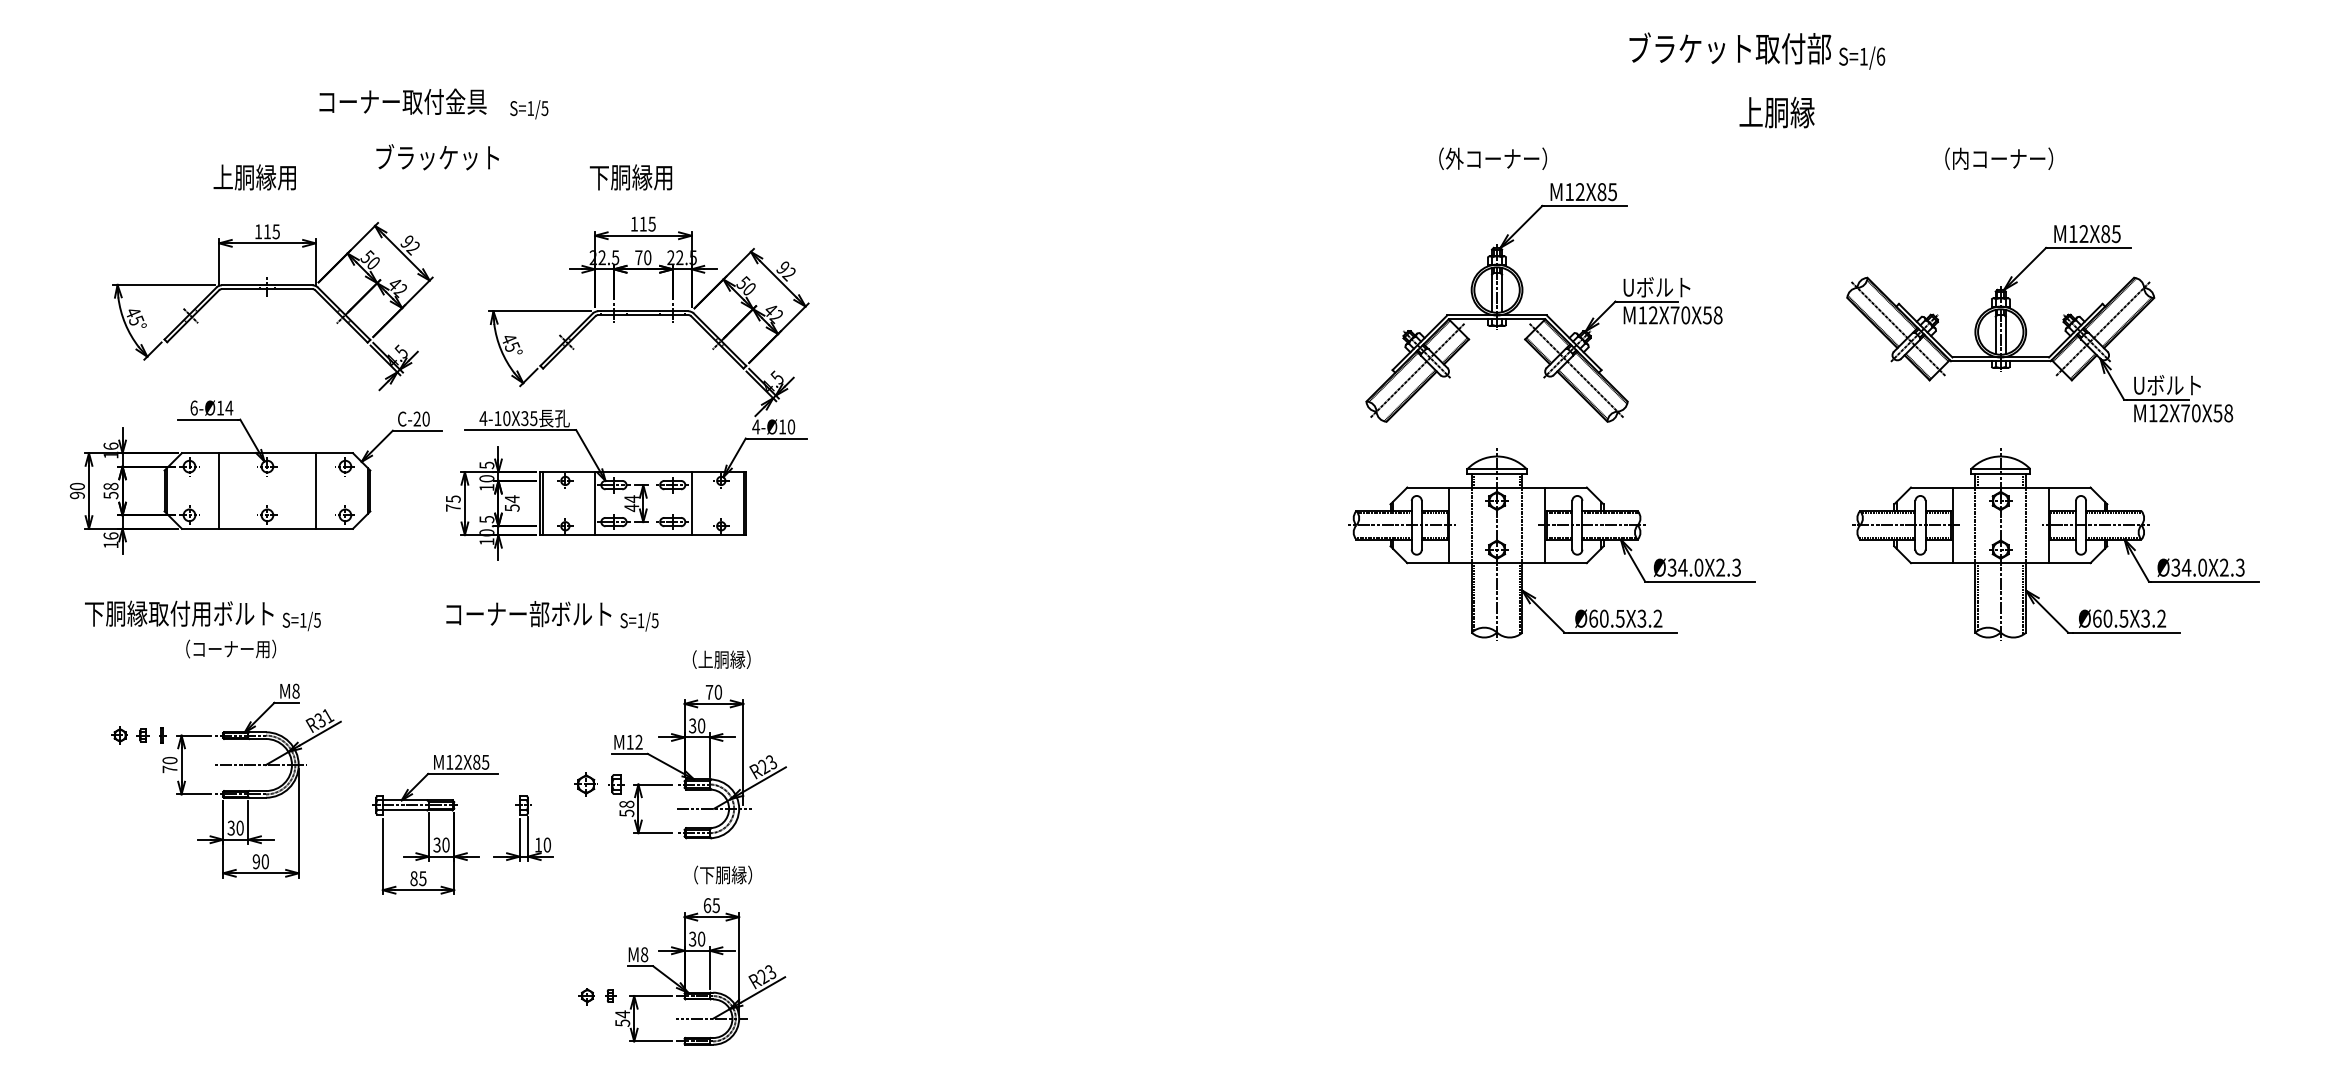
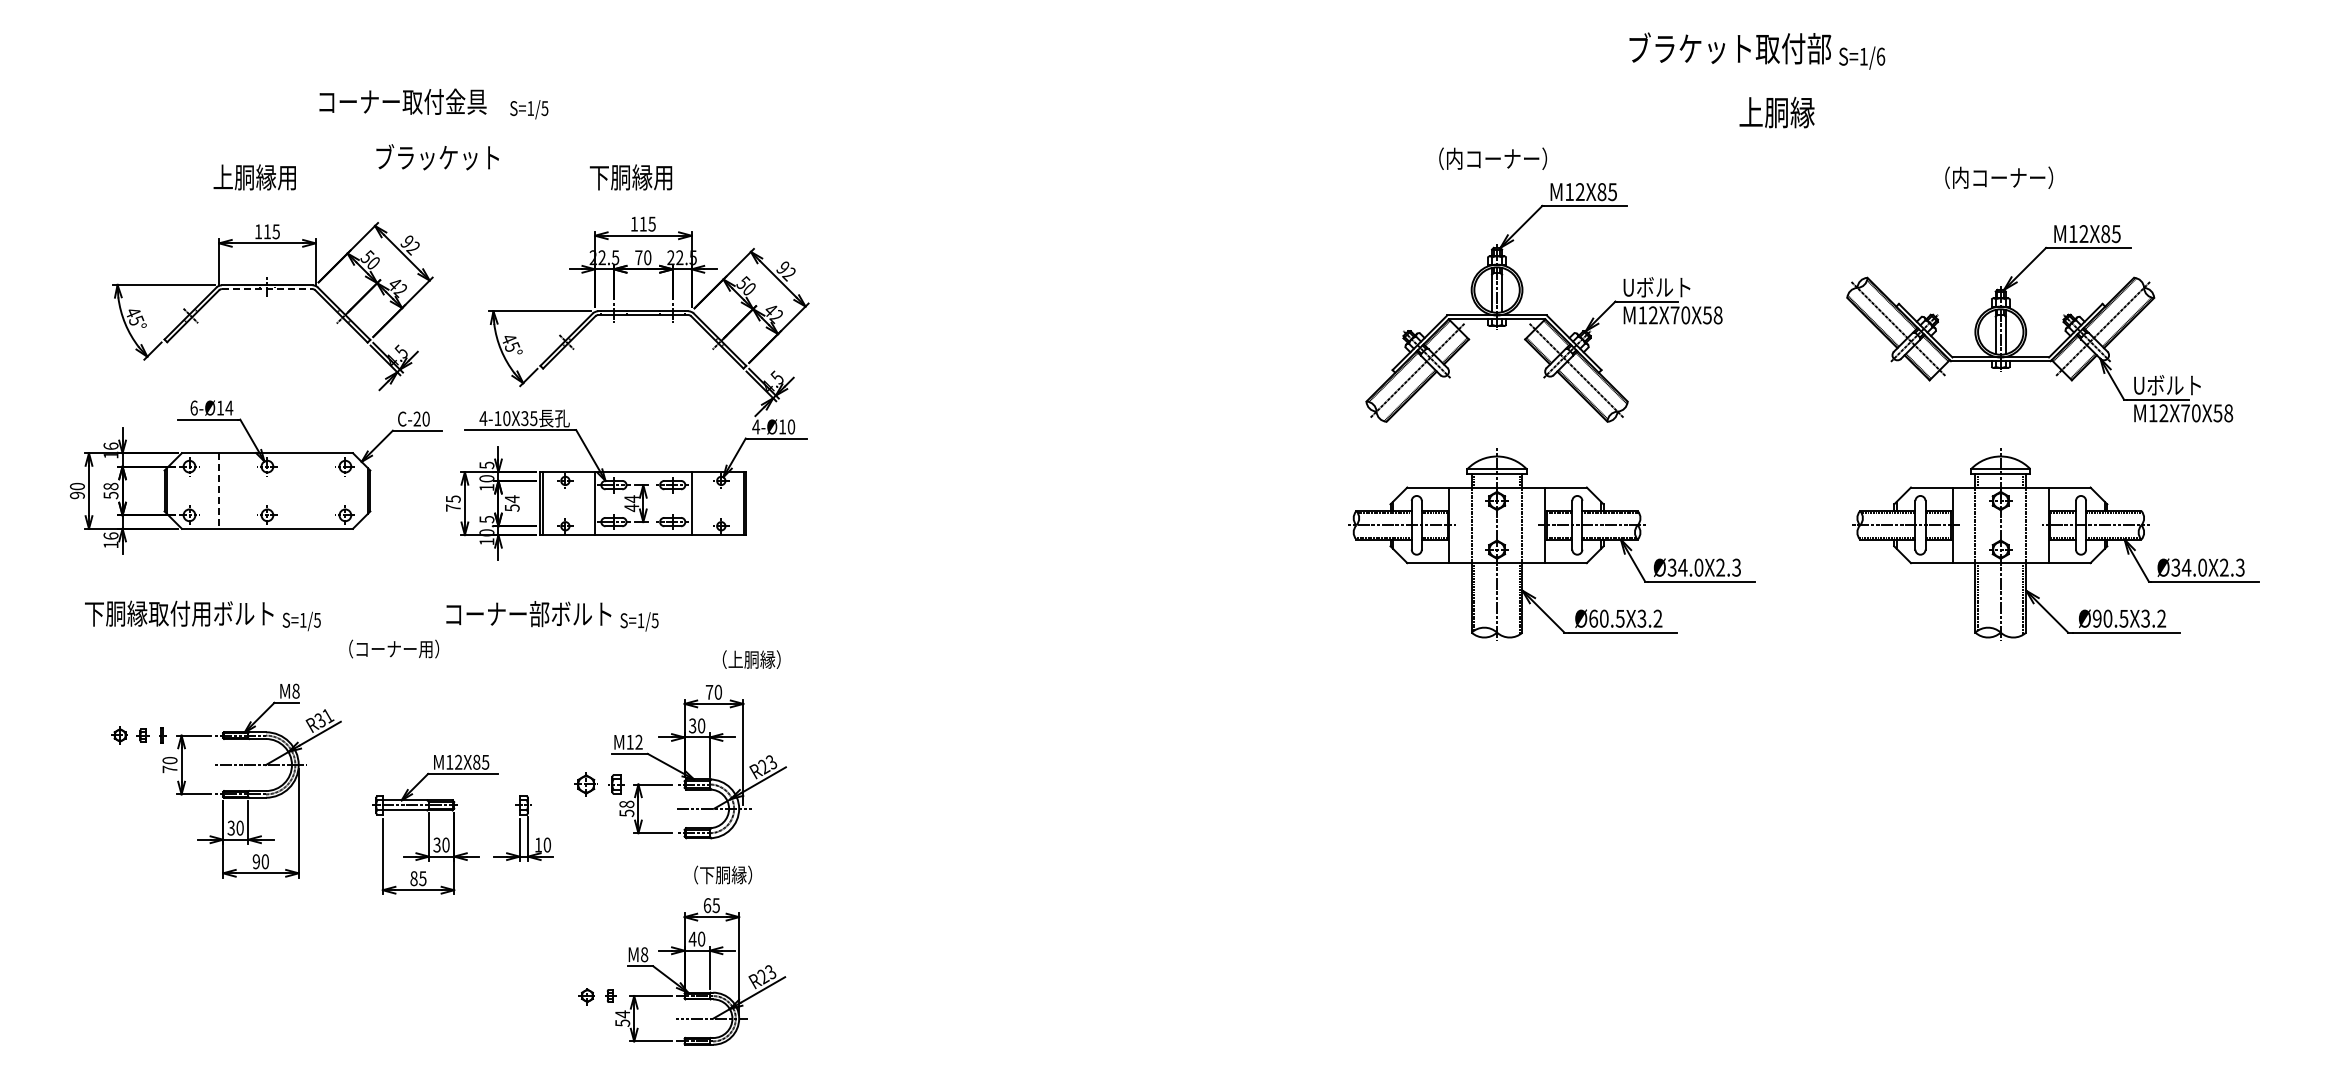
text at (1454, 158): （外コーナー） -> （内コーナー）
text at (1999, 158) position: (1999, 158) -> (1999, 177)
line at (267, 289): solid -> dashed
line at (315, 490): present -> none
line at (219, 491): solid -> dashed
text at (2096, 618): Ø60.5X3.2 -> Ø90.5X3.2
text at (231, 648) position: (231, 648) -> (394, 648)
text at (721, 659) position: (721, 659) -> (751, 659)
text at (692, 938): 30 -> 40
